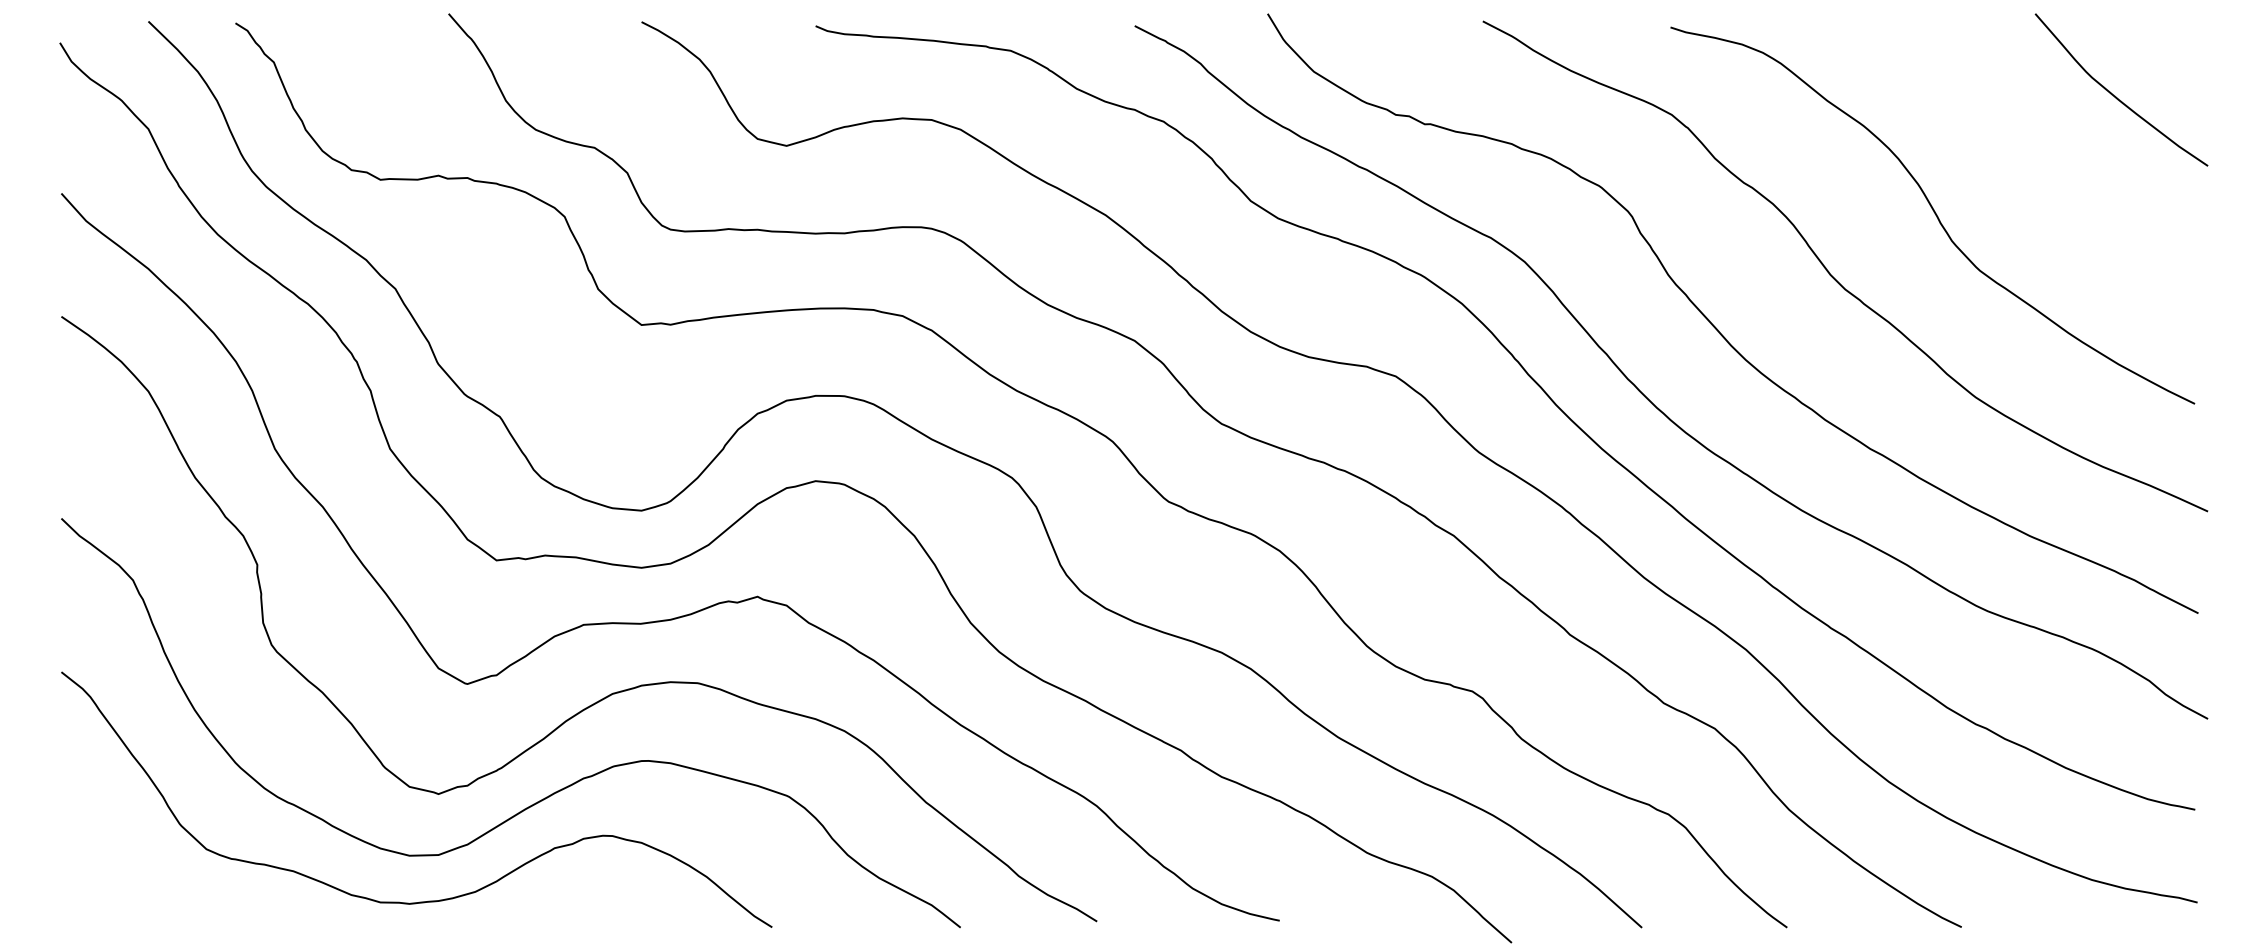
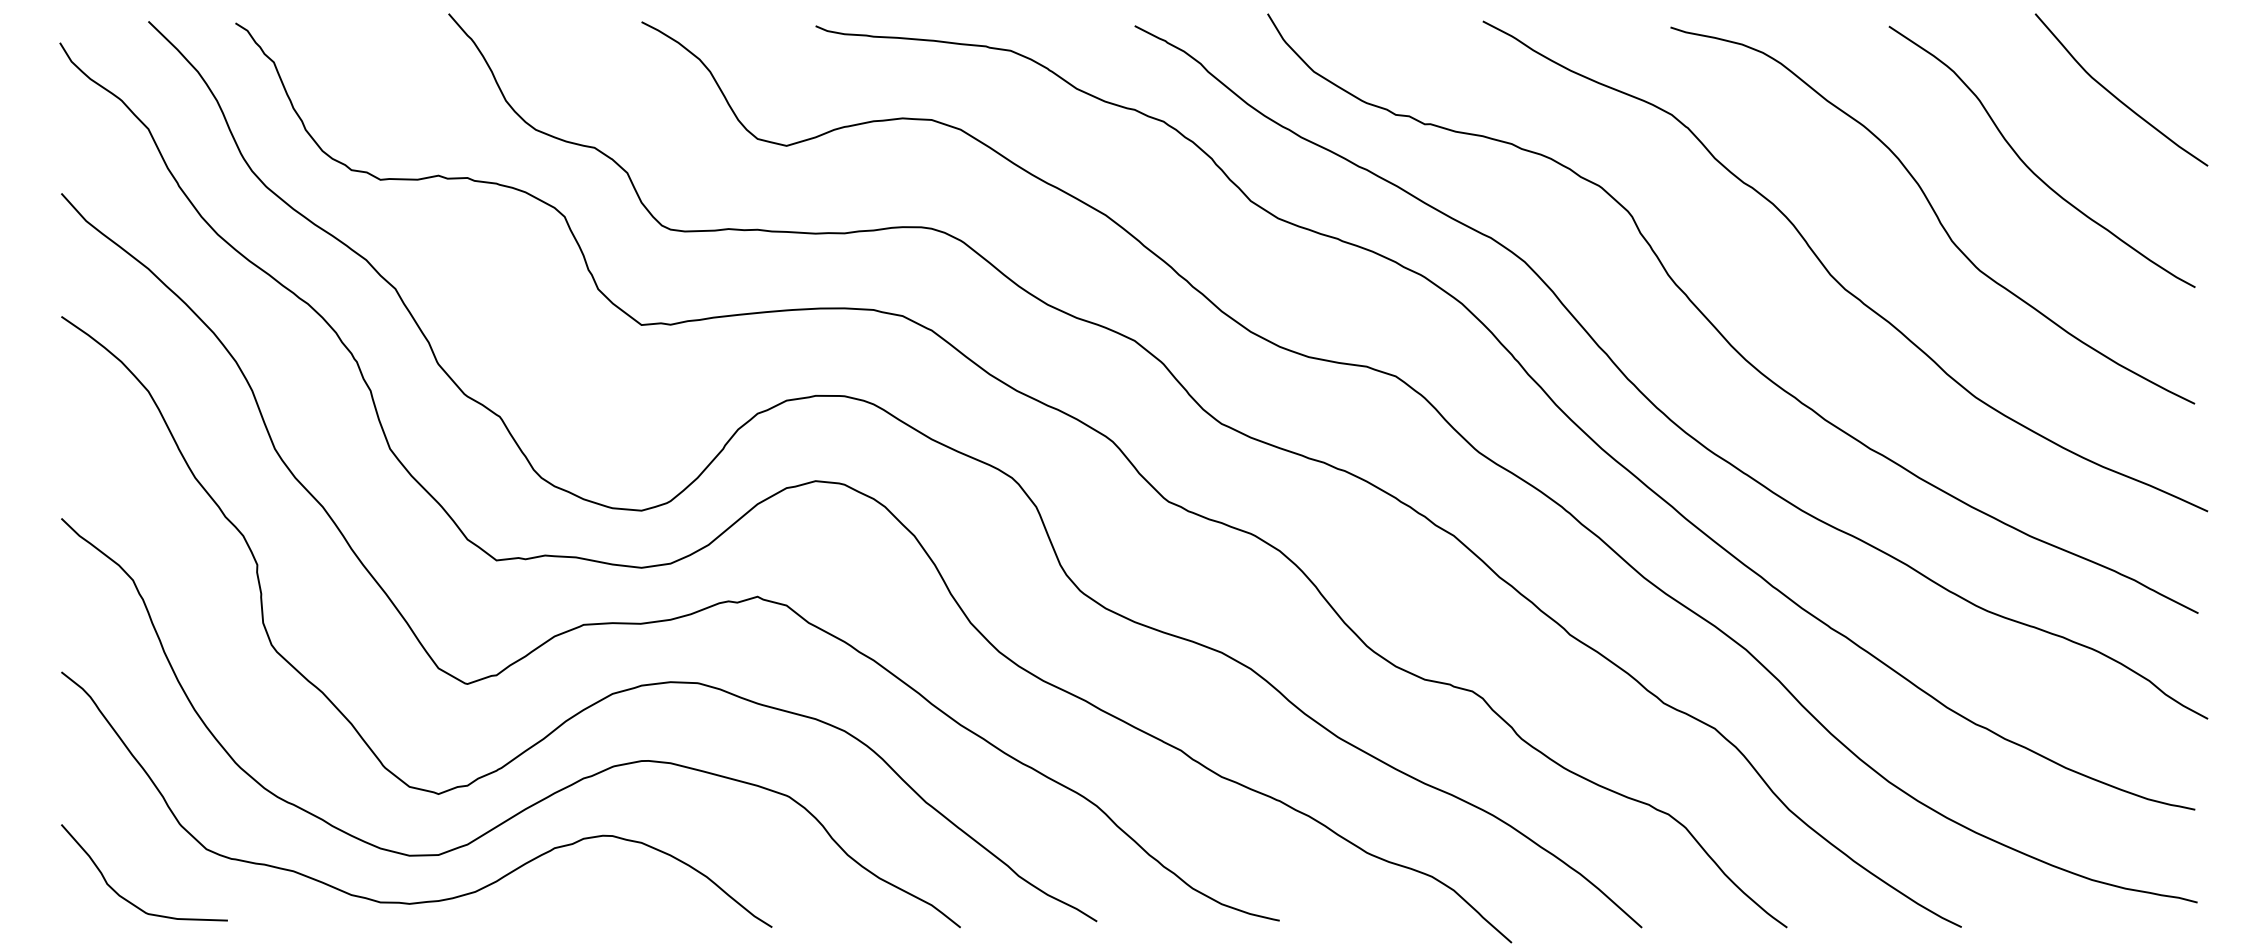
curve at (2029, 167): none -> present
curve at (127, 899): none -> present
